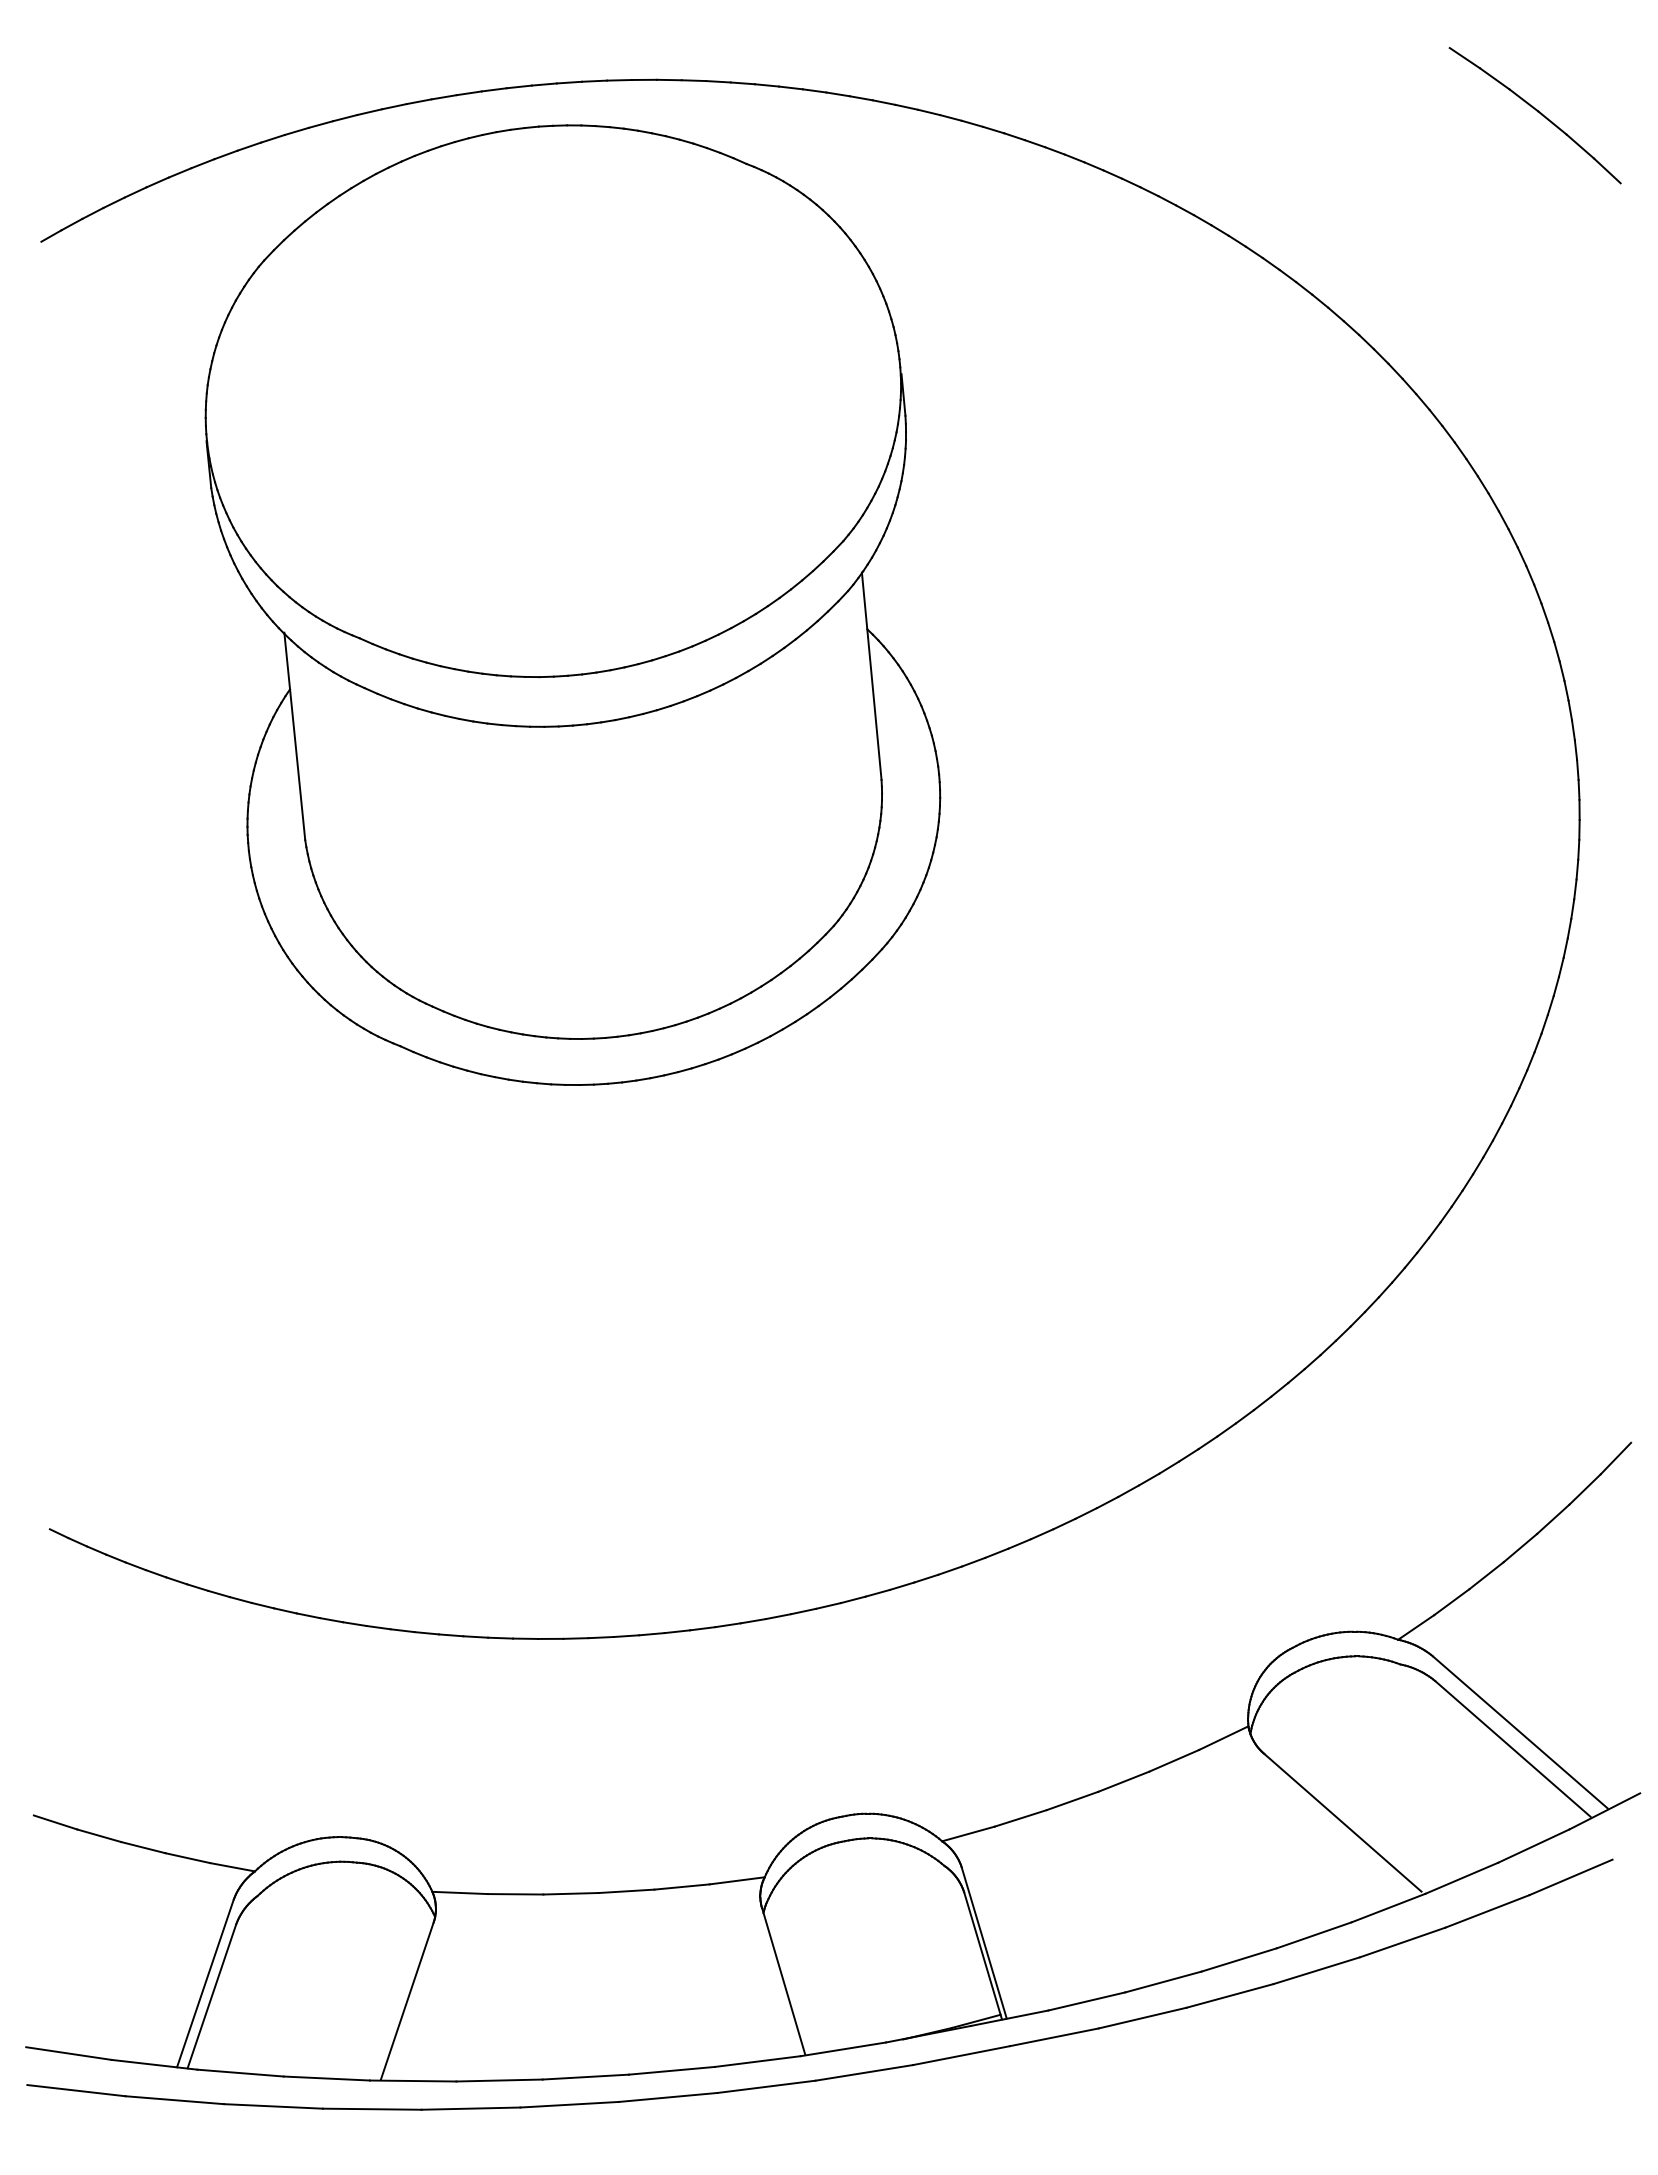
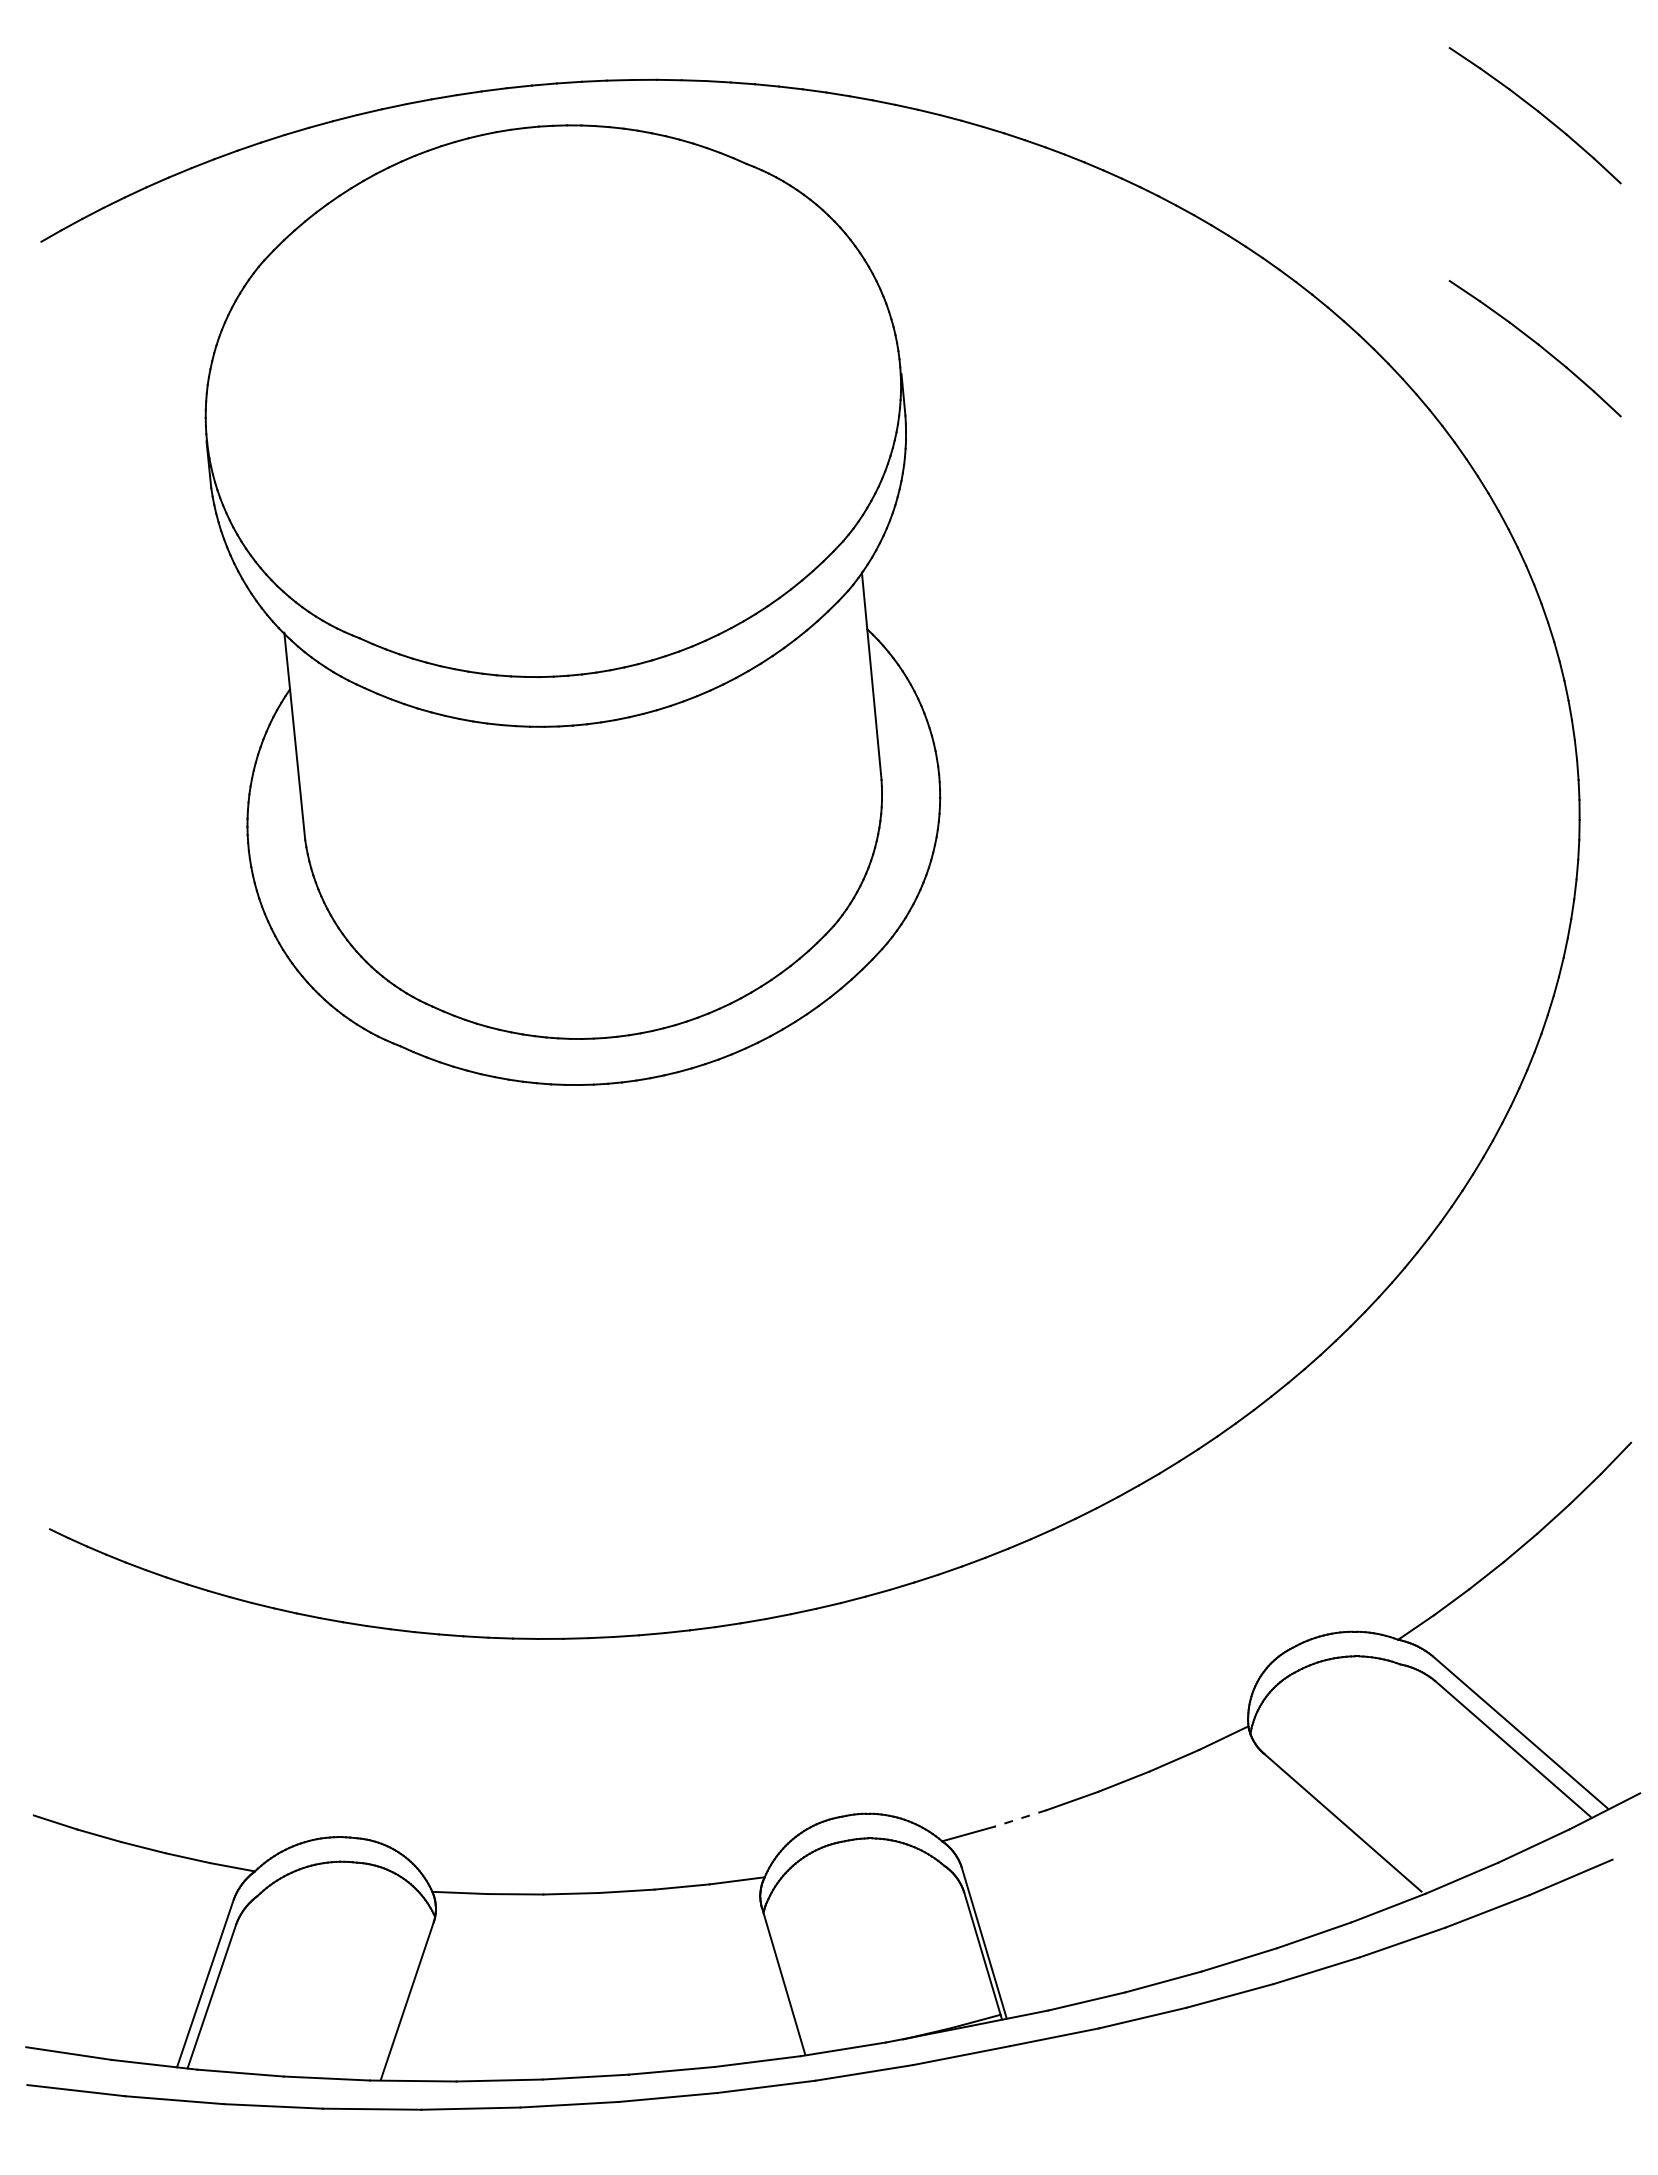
part at (1534, 348): none -> present
line at (1020, 1818): solid -> dashed
